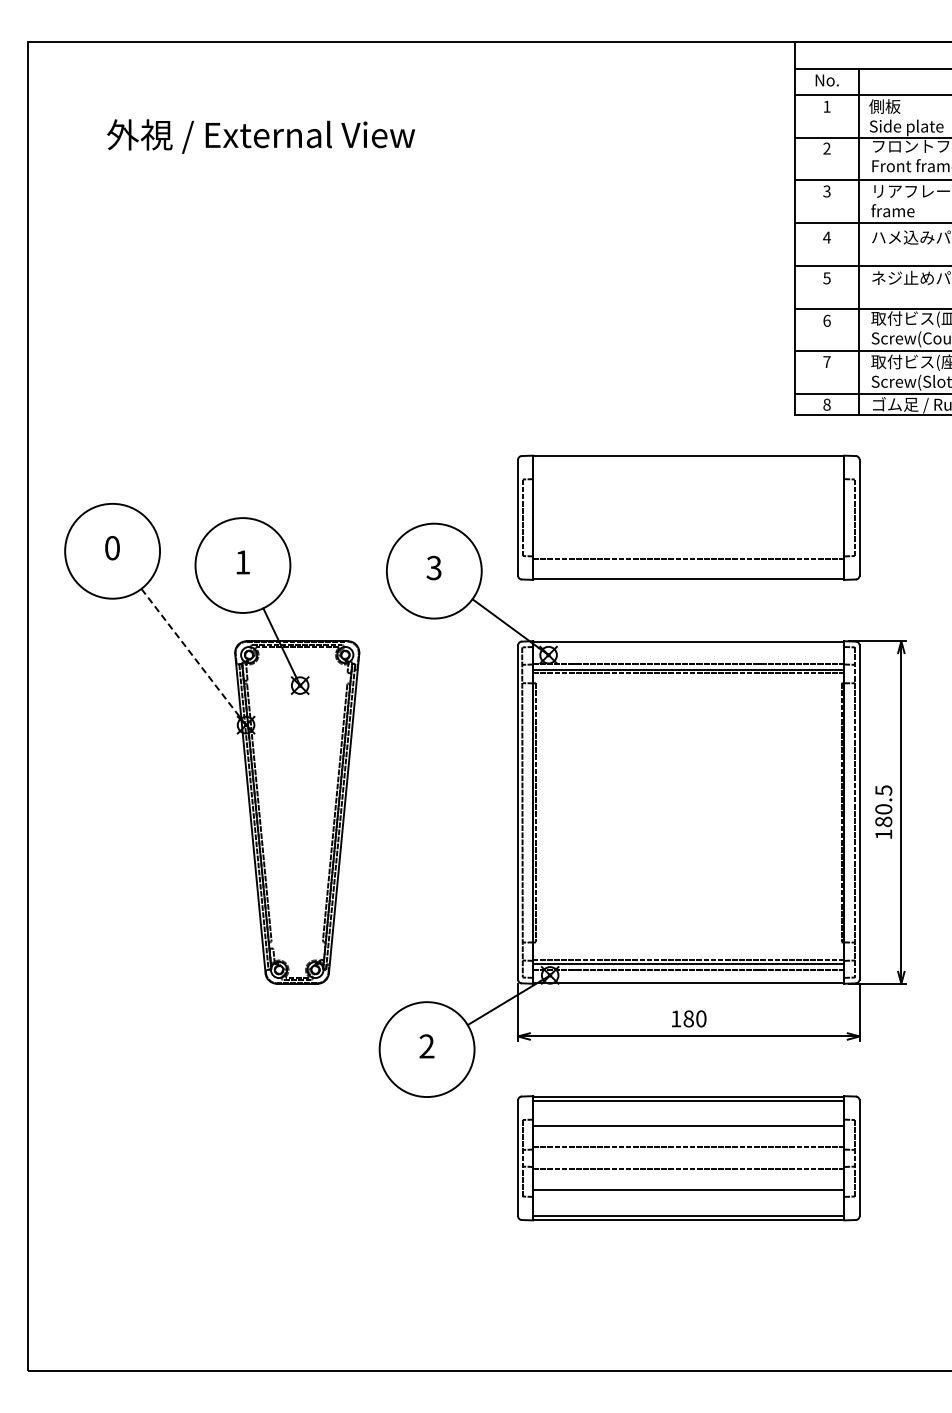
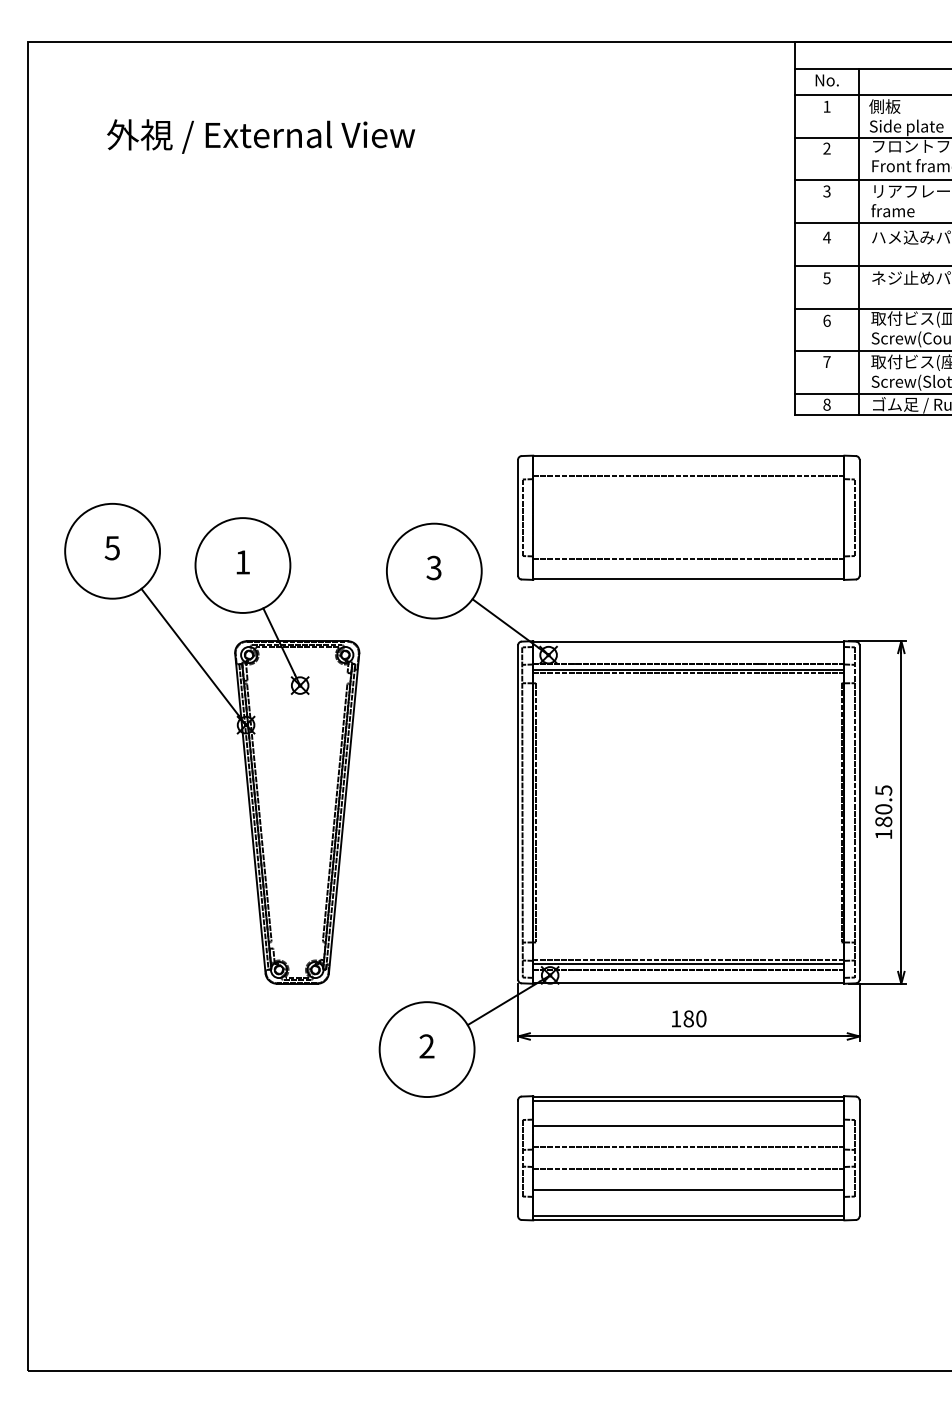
line at (688, 476): none -> present
text at (111, 548): 0 -> 5
line at (190, 652): dashed -> solid
